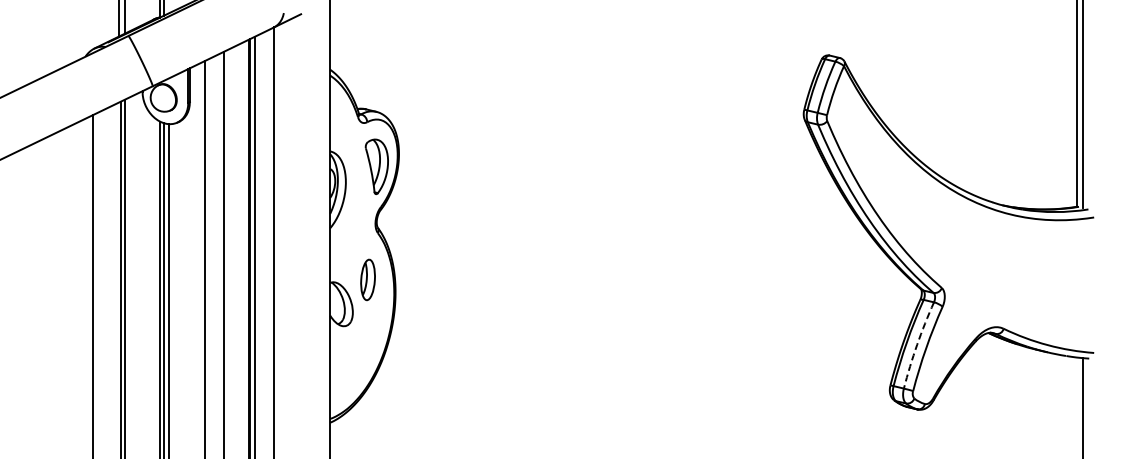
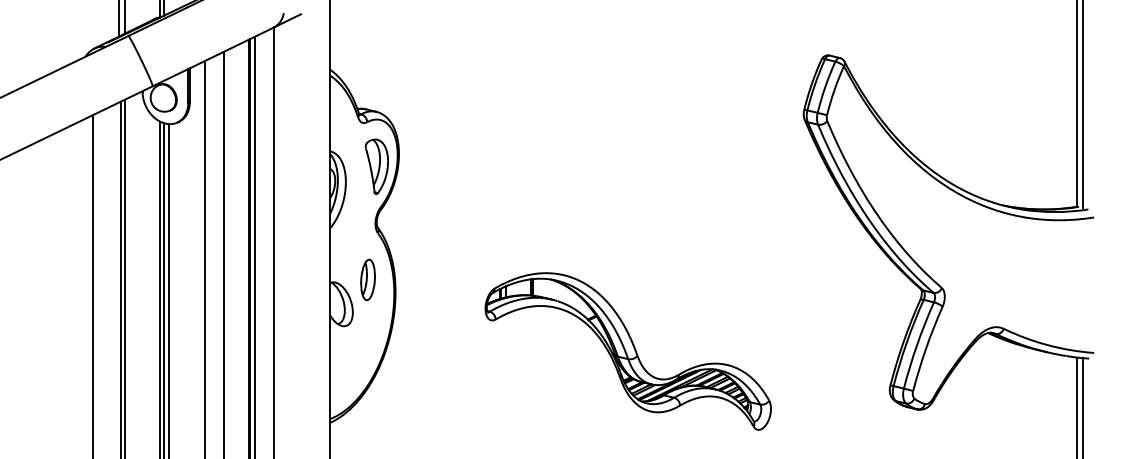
arc at (917, 344): dashed -> solid
part at (627, 351): none -> present
line at (1077, 406): none -> present
